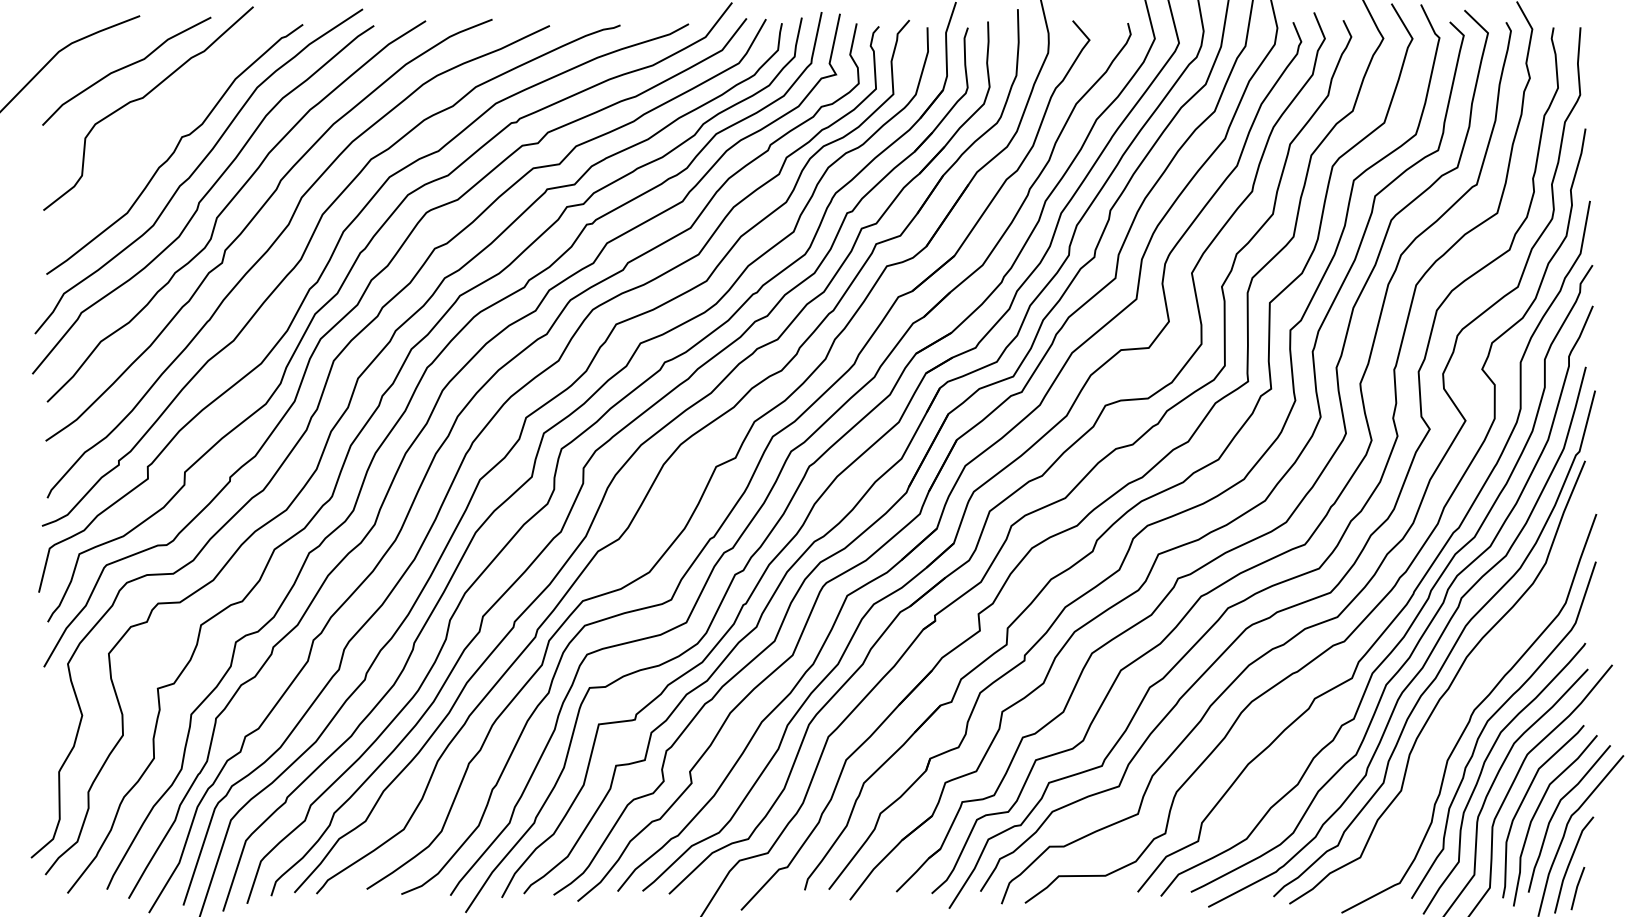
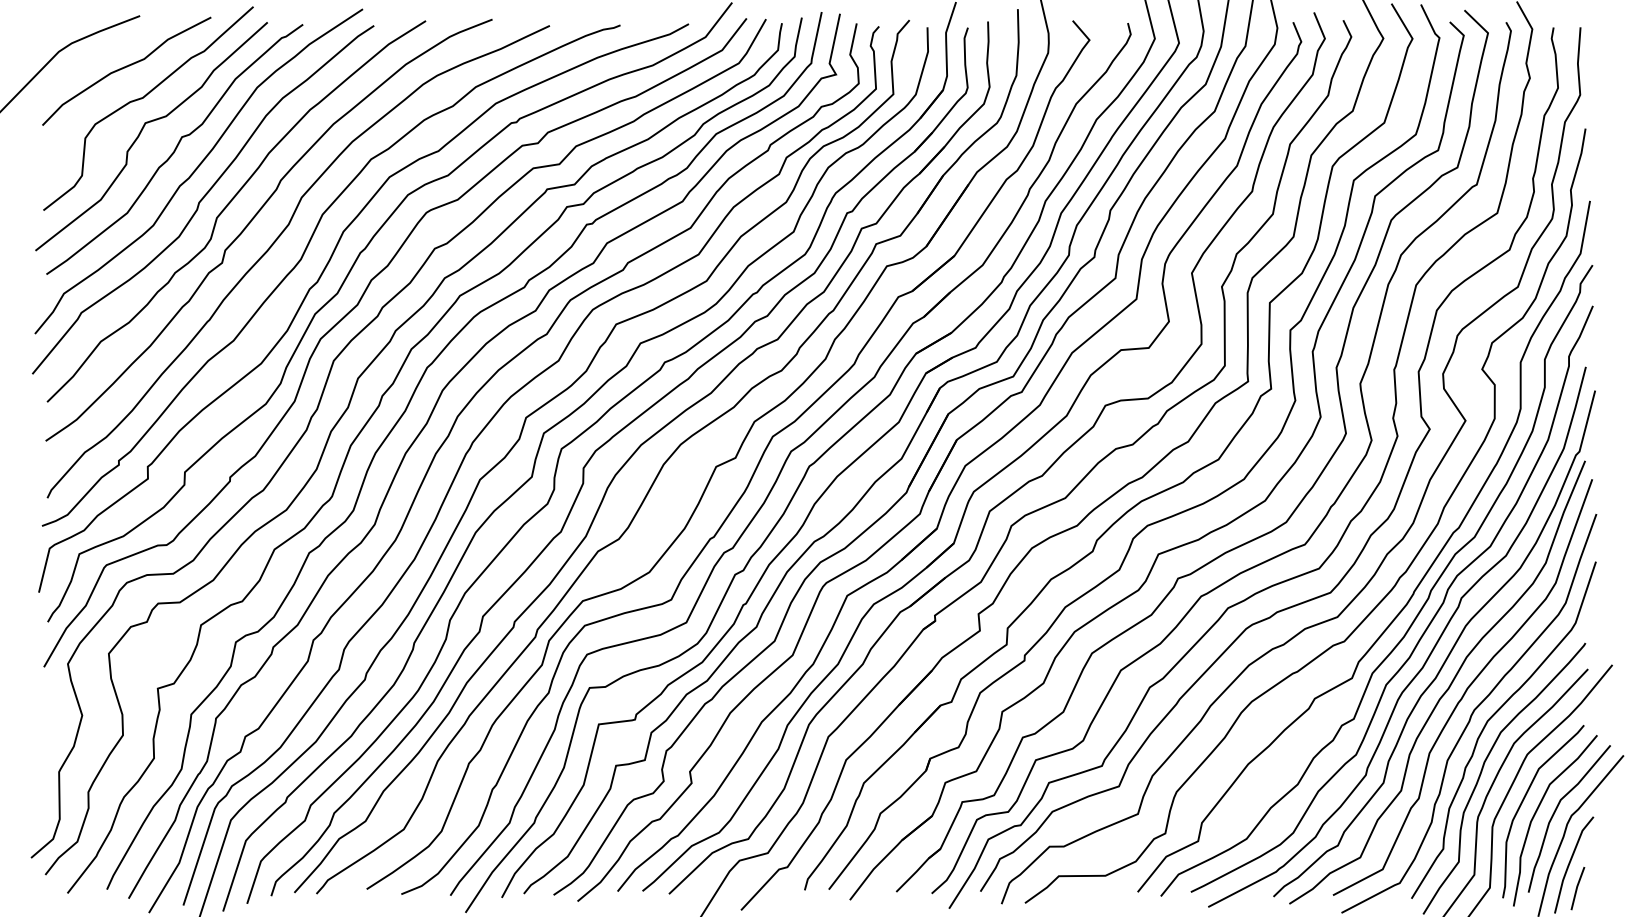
curve at (143, 129): none -> present
curve at (1465, 689): none -> present
